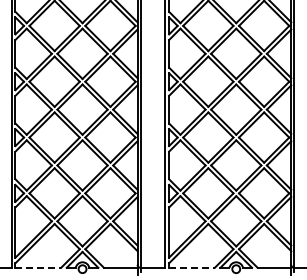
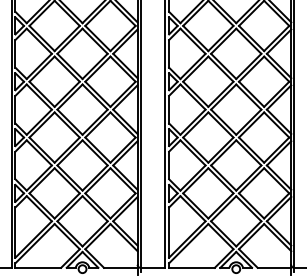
line at (38, 267): dashed -> solid
line at (191, 267): dashed -> solid
